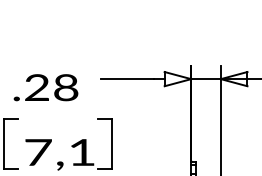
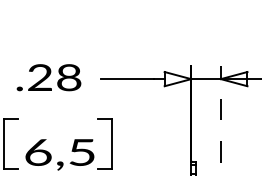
text at (45, 87) position: (45, 87) -> (48, 77)
line at (220, 121): solid -> dashed
text at (59, 152): 7,1 -> 6,5
